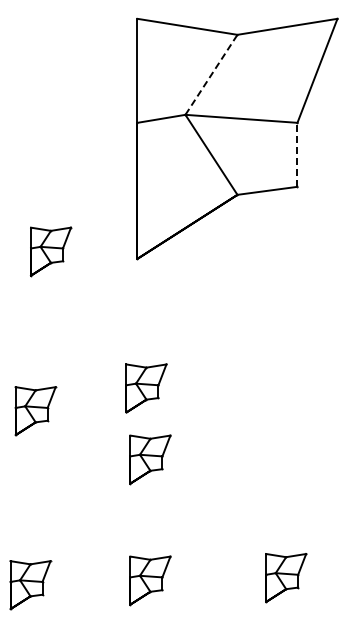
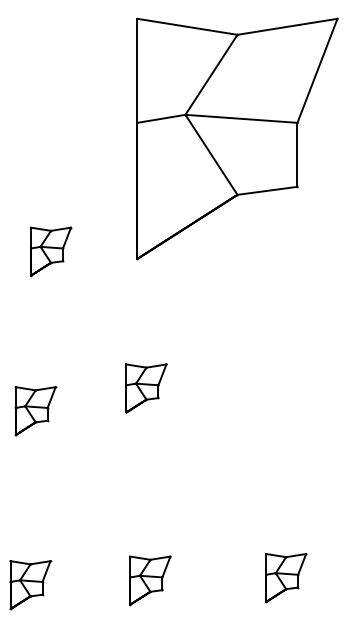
line at (211, 74): dashed -> solid
line at (297, 154): dashed -> solid
part at (150, 459): present -> none
